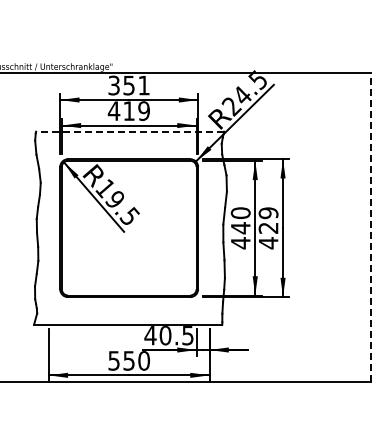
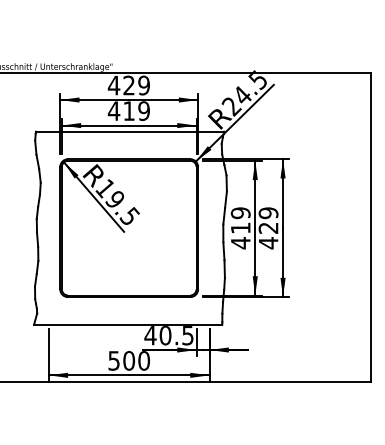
text at (128, 85): 351 -> 429
line at (129, 131): dashed -> solid
text at (240, 220): 440 -> 419
line at (371, 226): dashed -> solid
text at (129, 360): 550 -> 500
